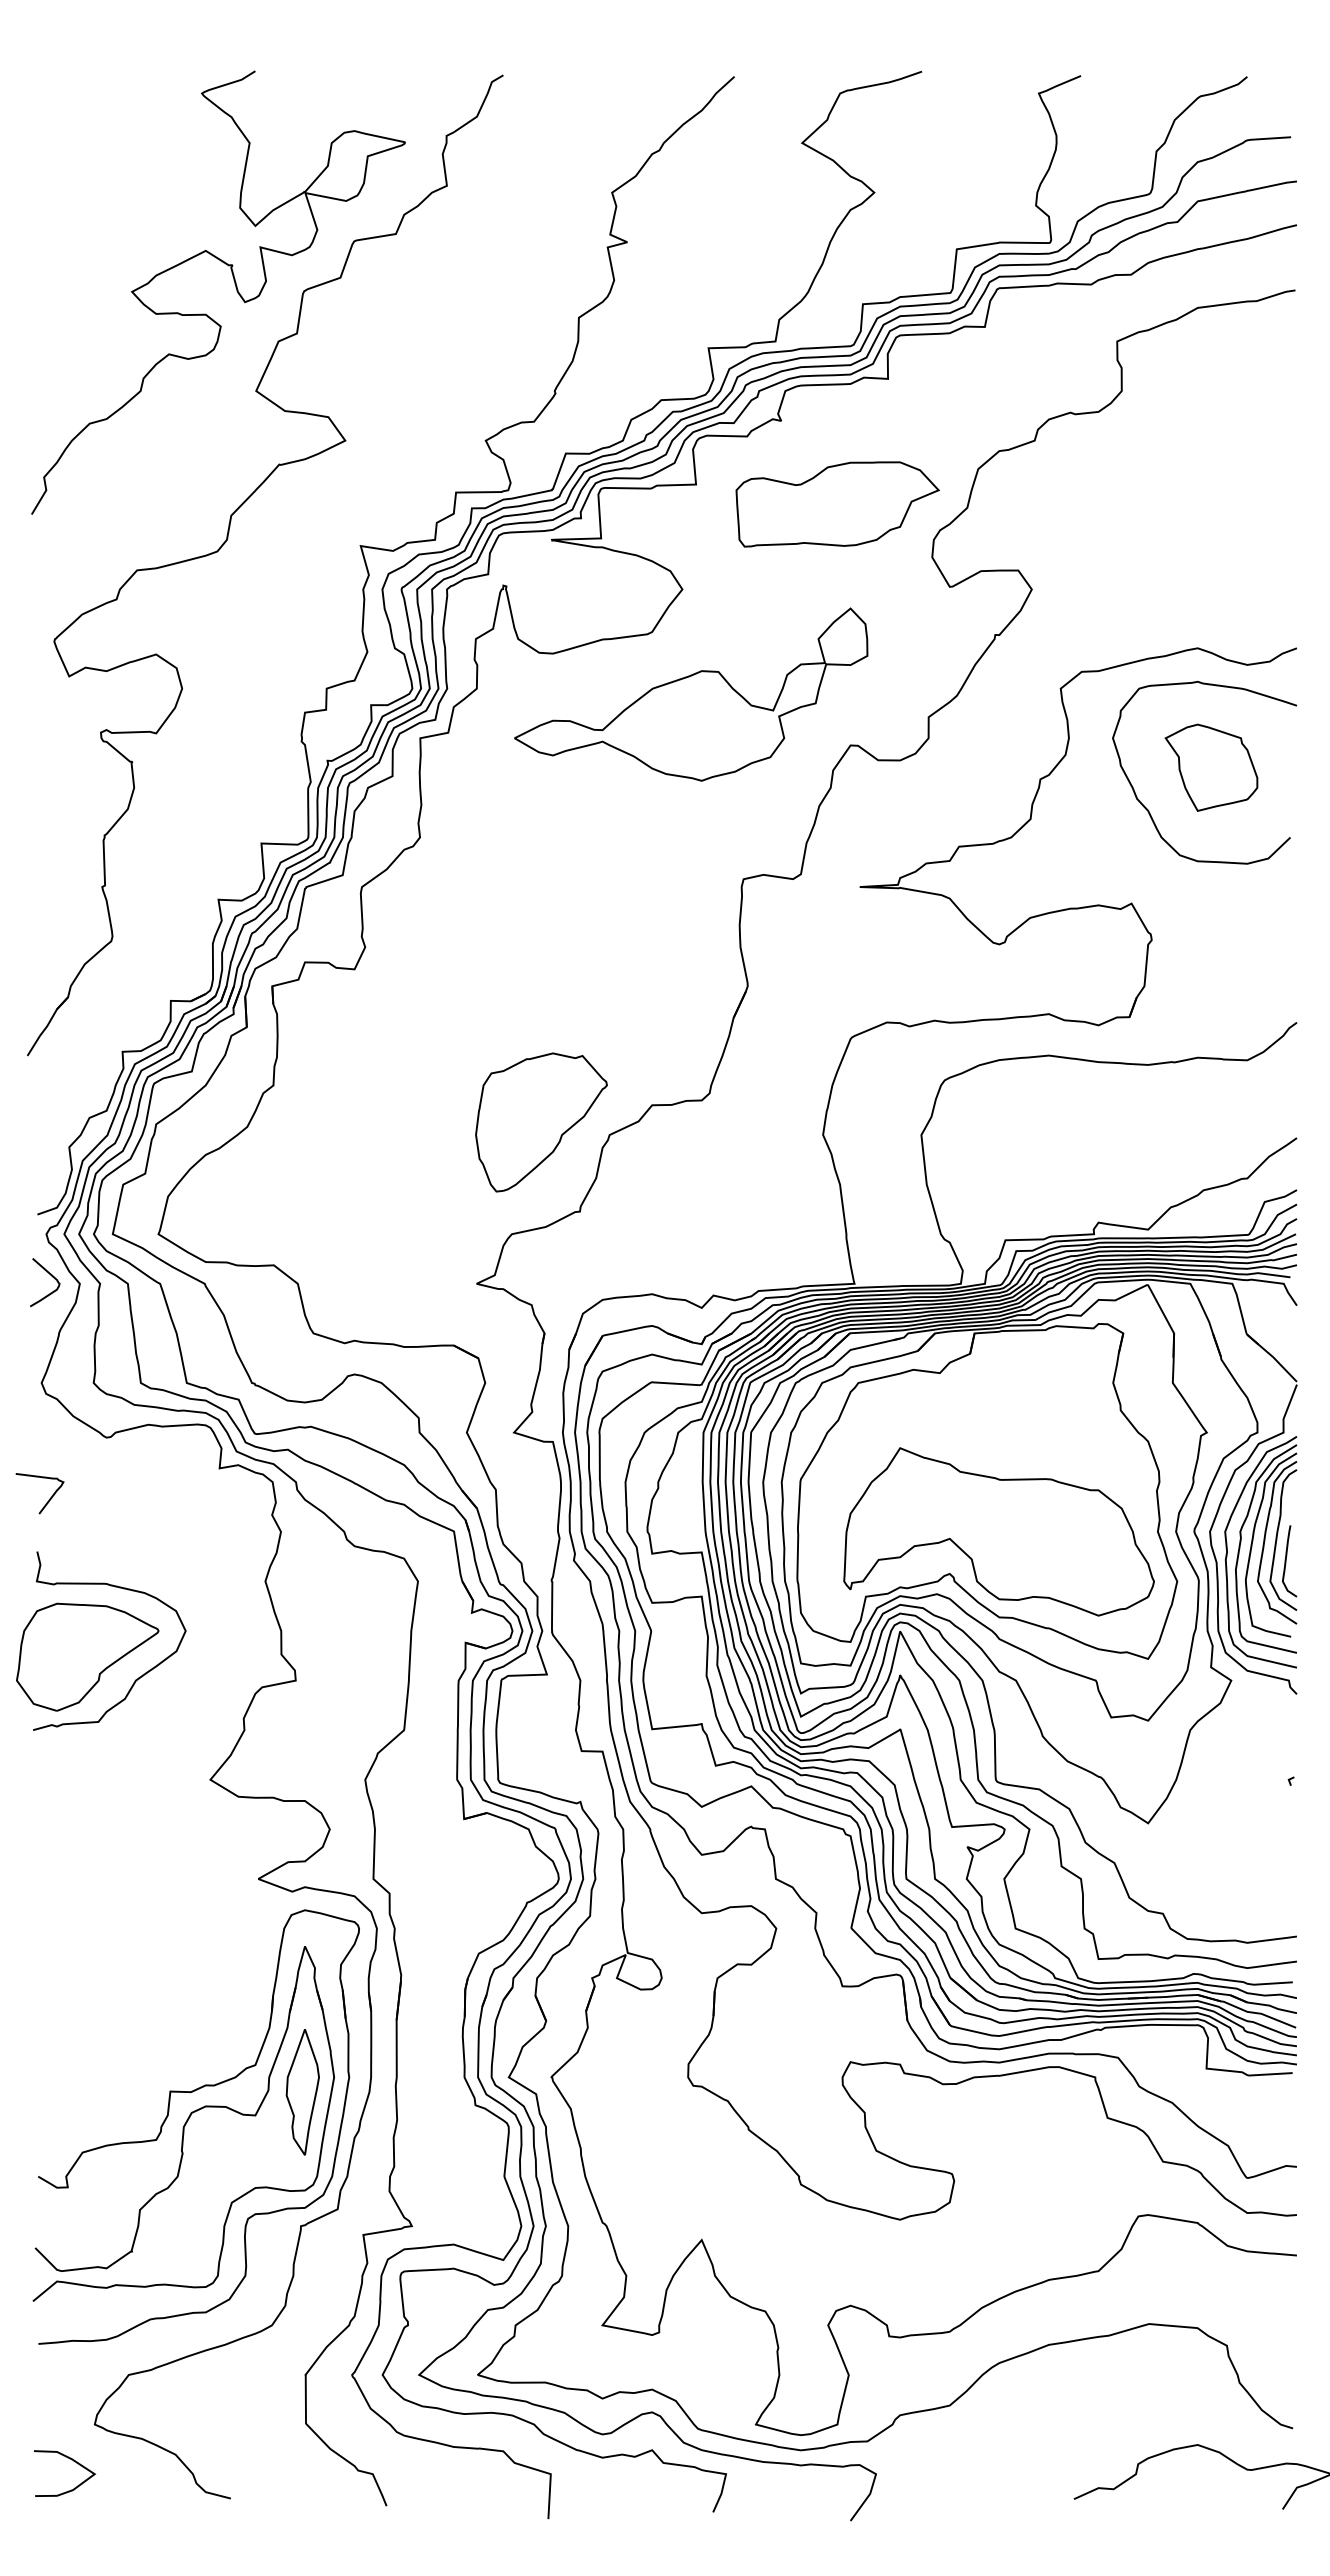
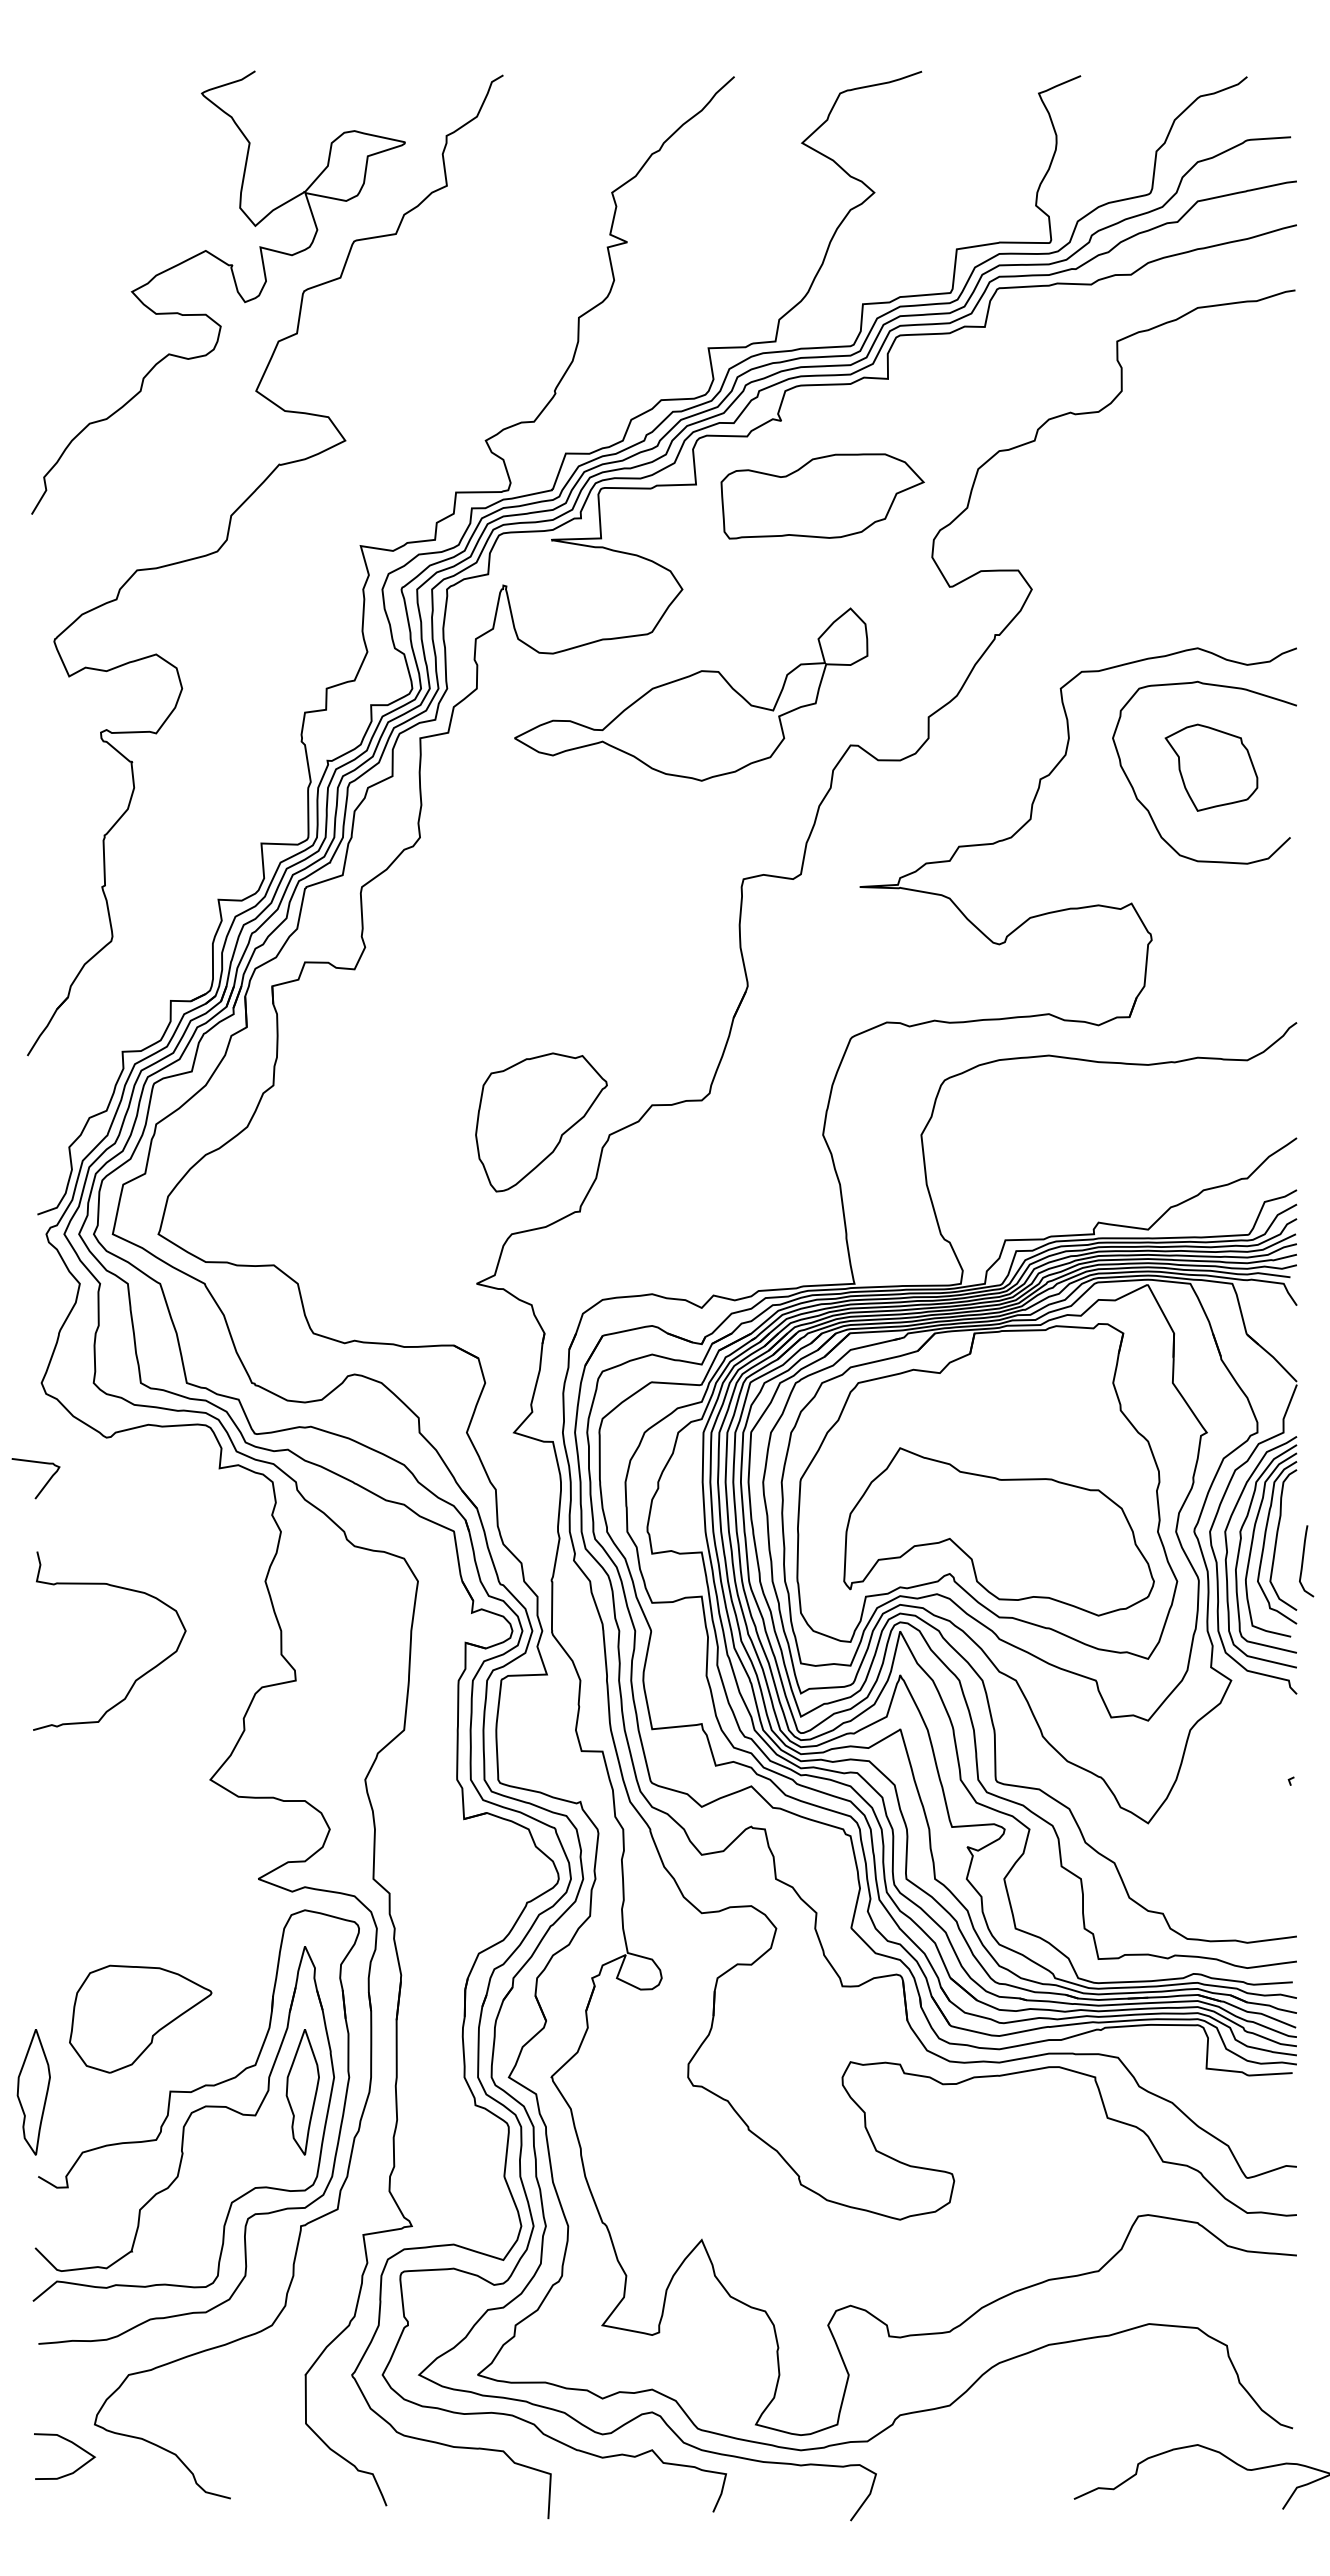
part at (837, 504) position: (837, 504) -> (822, 496)
curve at (51, 1276): present -> none
curve at (49, 1498) position: (49, 1498) -> (45, 1483)
curve at (1286, 1561) position: (1286, 1561) -> (1303, 1561)
part at (87, 1656) position: (87, 1656) -> (140, 2018)
part at (33, 2092): none -> present
curve at (71, 2460) position: (71, 2460) -> (71, 2443)
